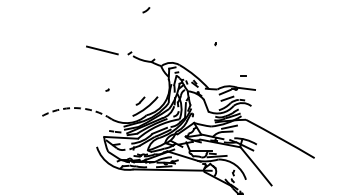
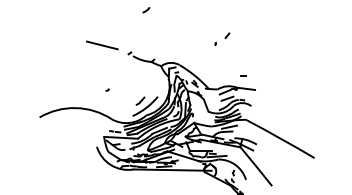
line at (227, 35): none -> present
line at (102, 50) position: (102, 50) -> (102, 45)
arc at (75, 108): dashed -> solid
